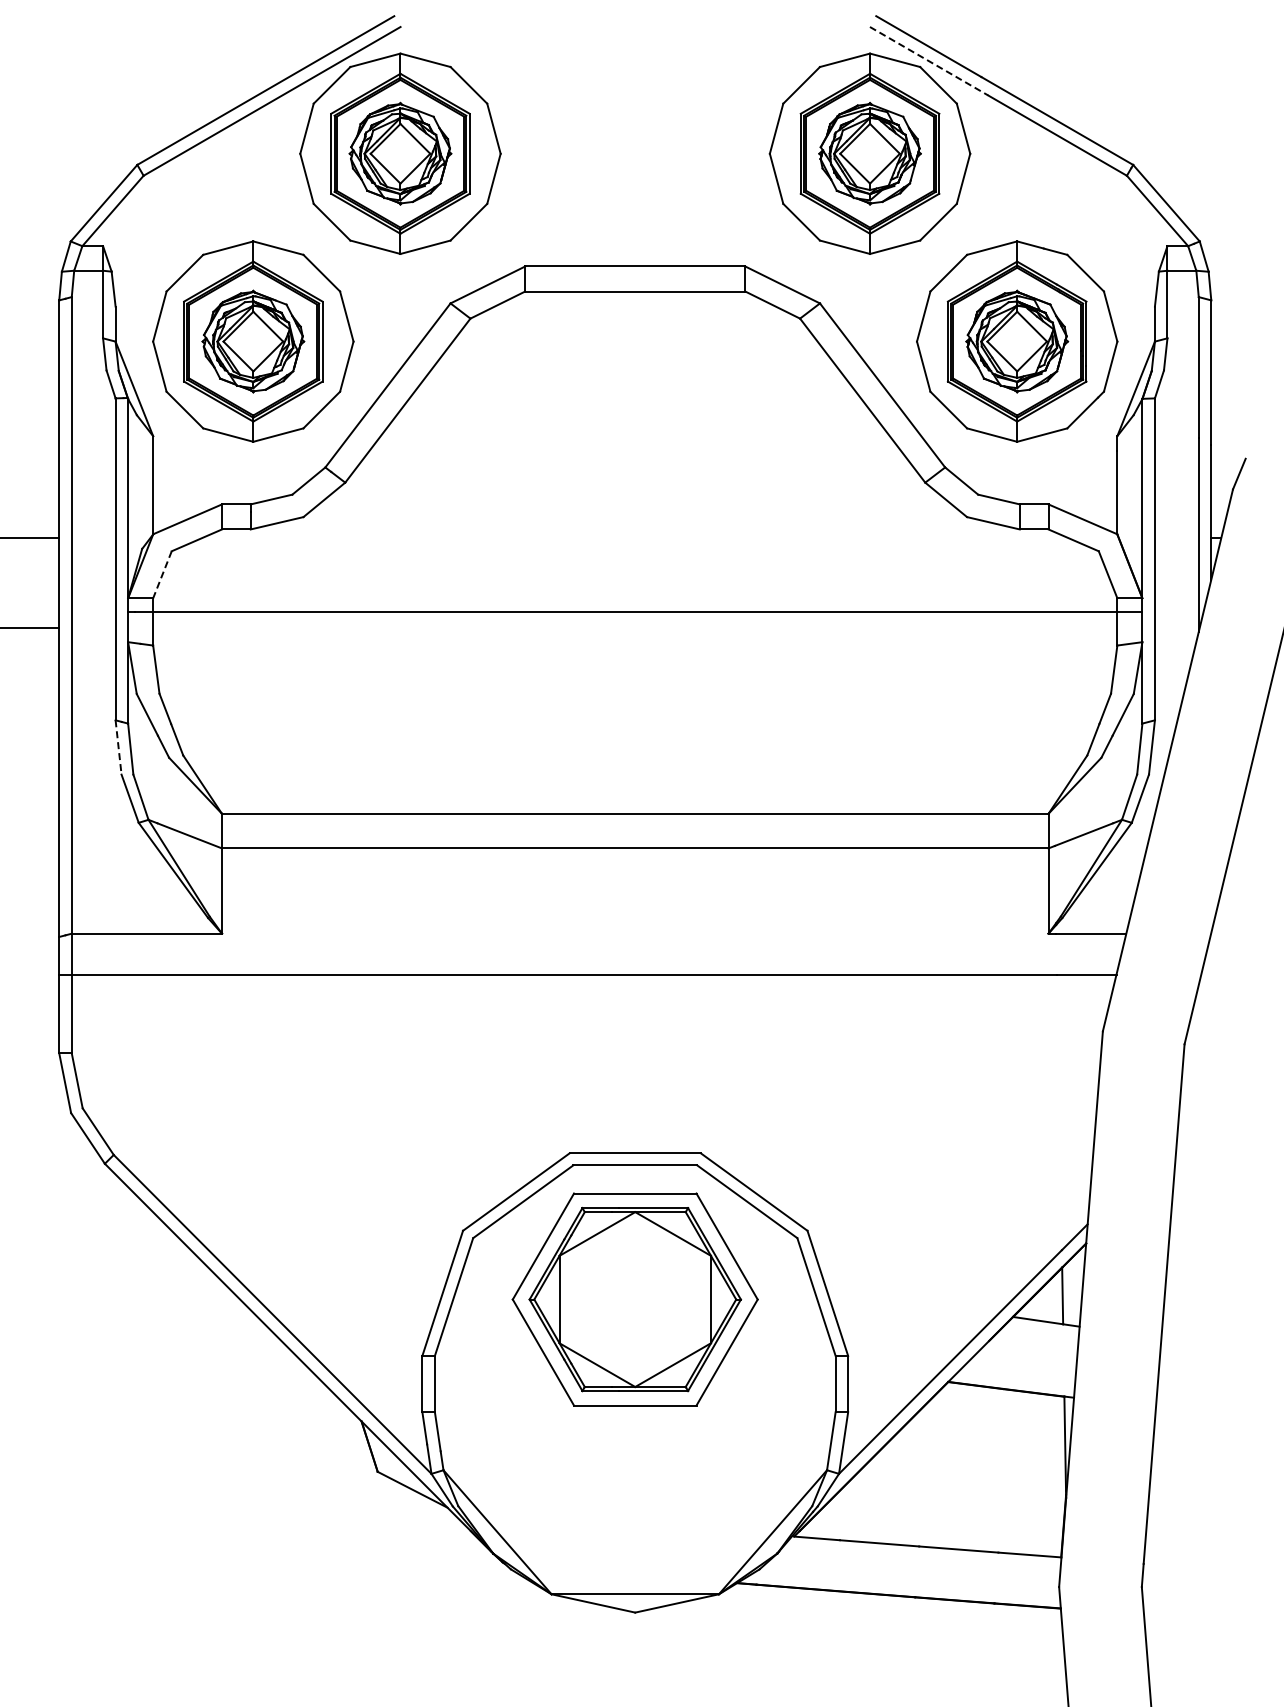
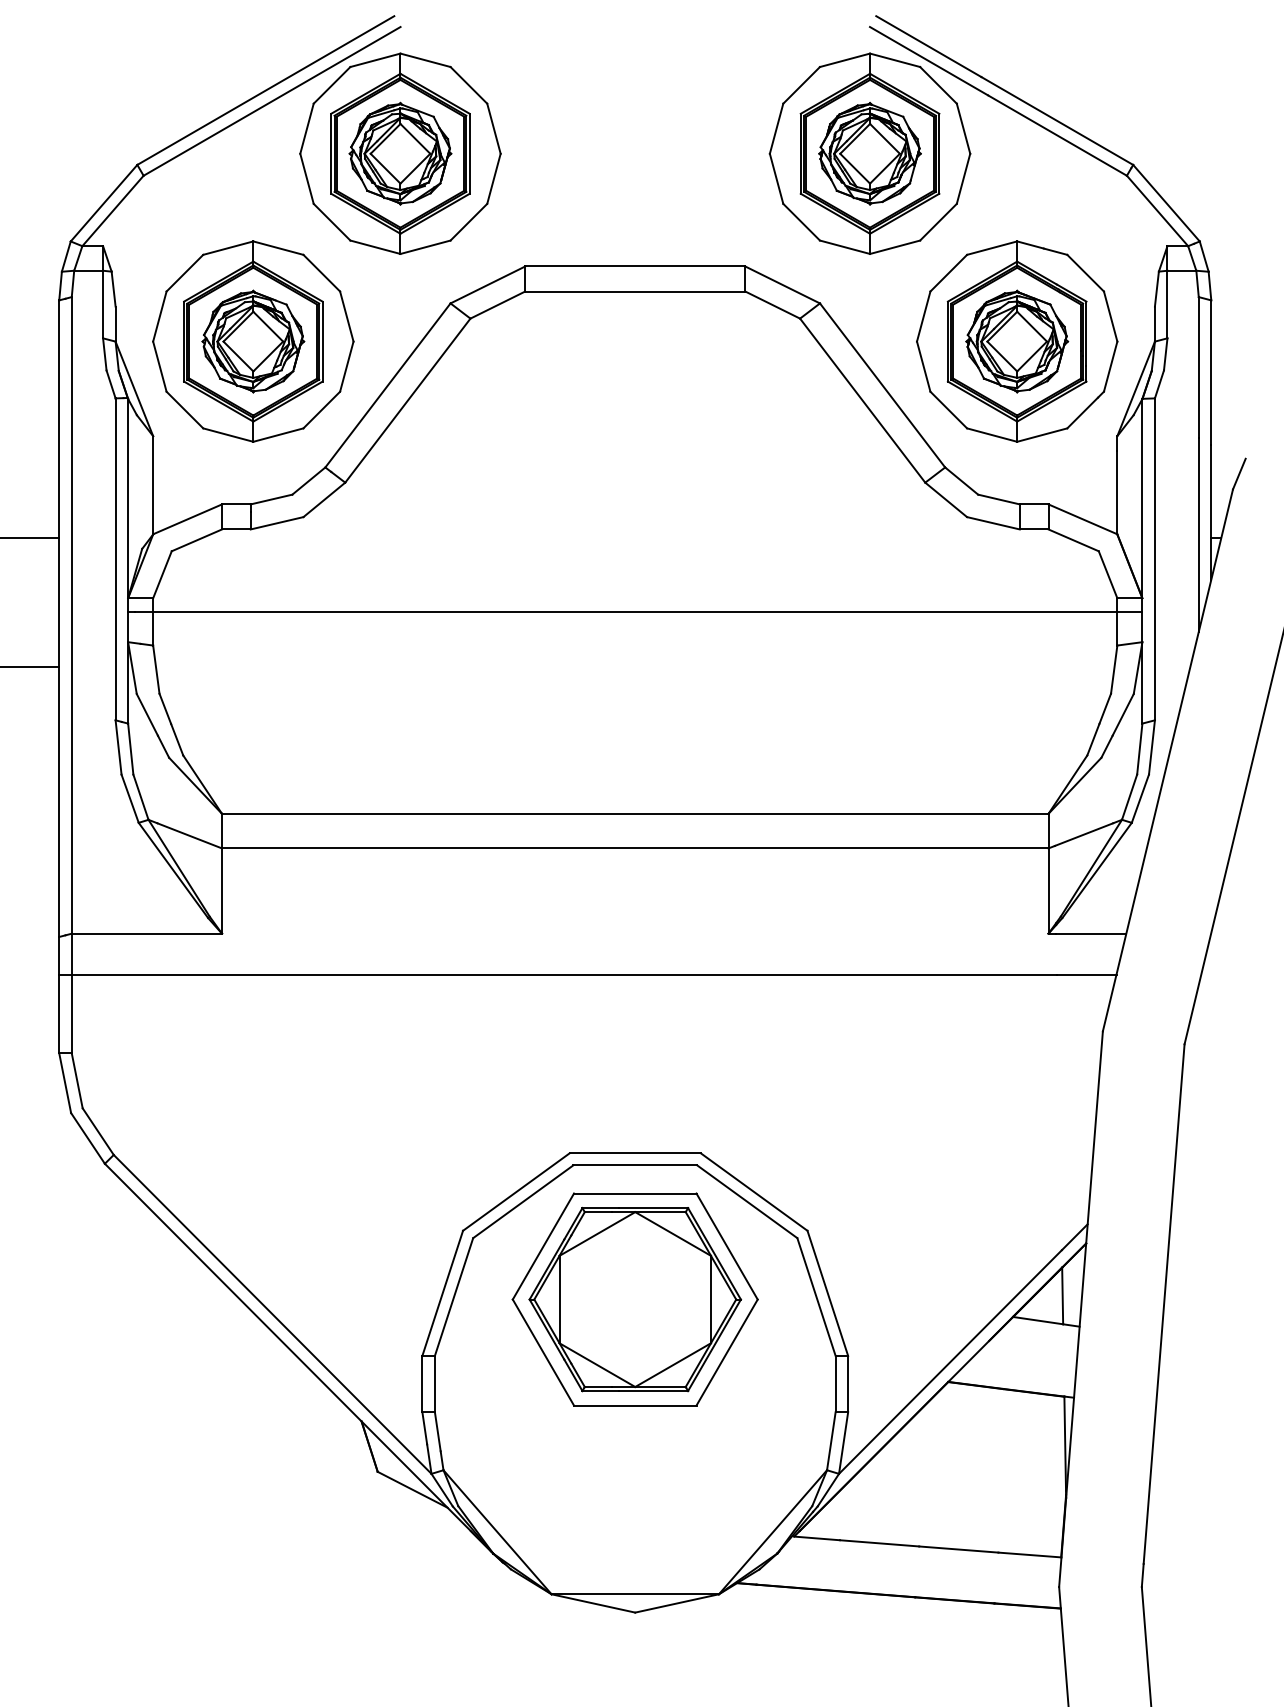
line at (929, 61): dashed -> solid
line at (162, 575): dashed -> solid
line at (30, 627) position: (30, 627) -> (30, 666)
line at (118, 747): dashed -> solid
